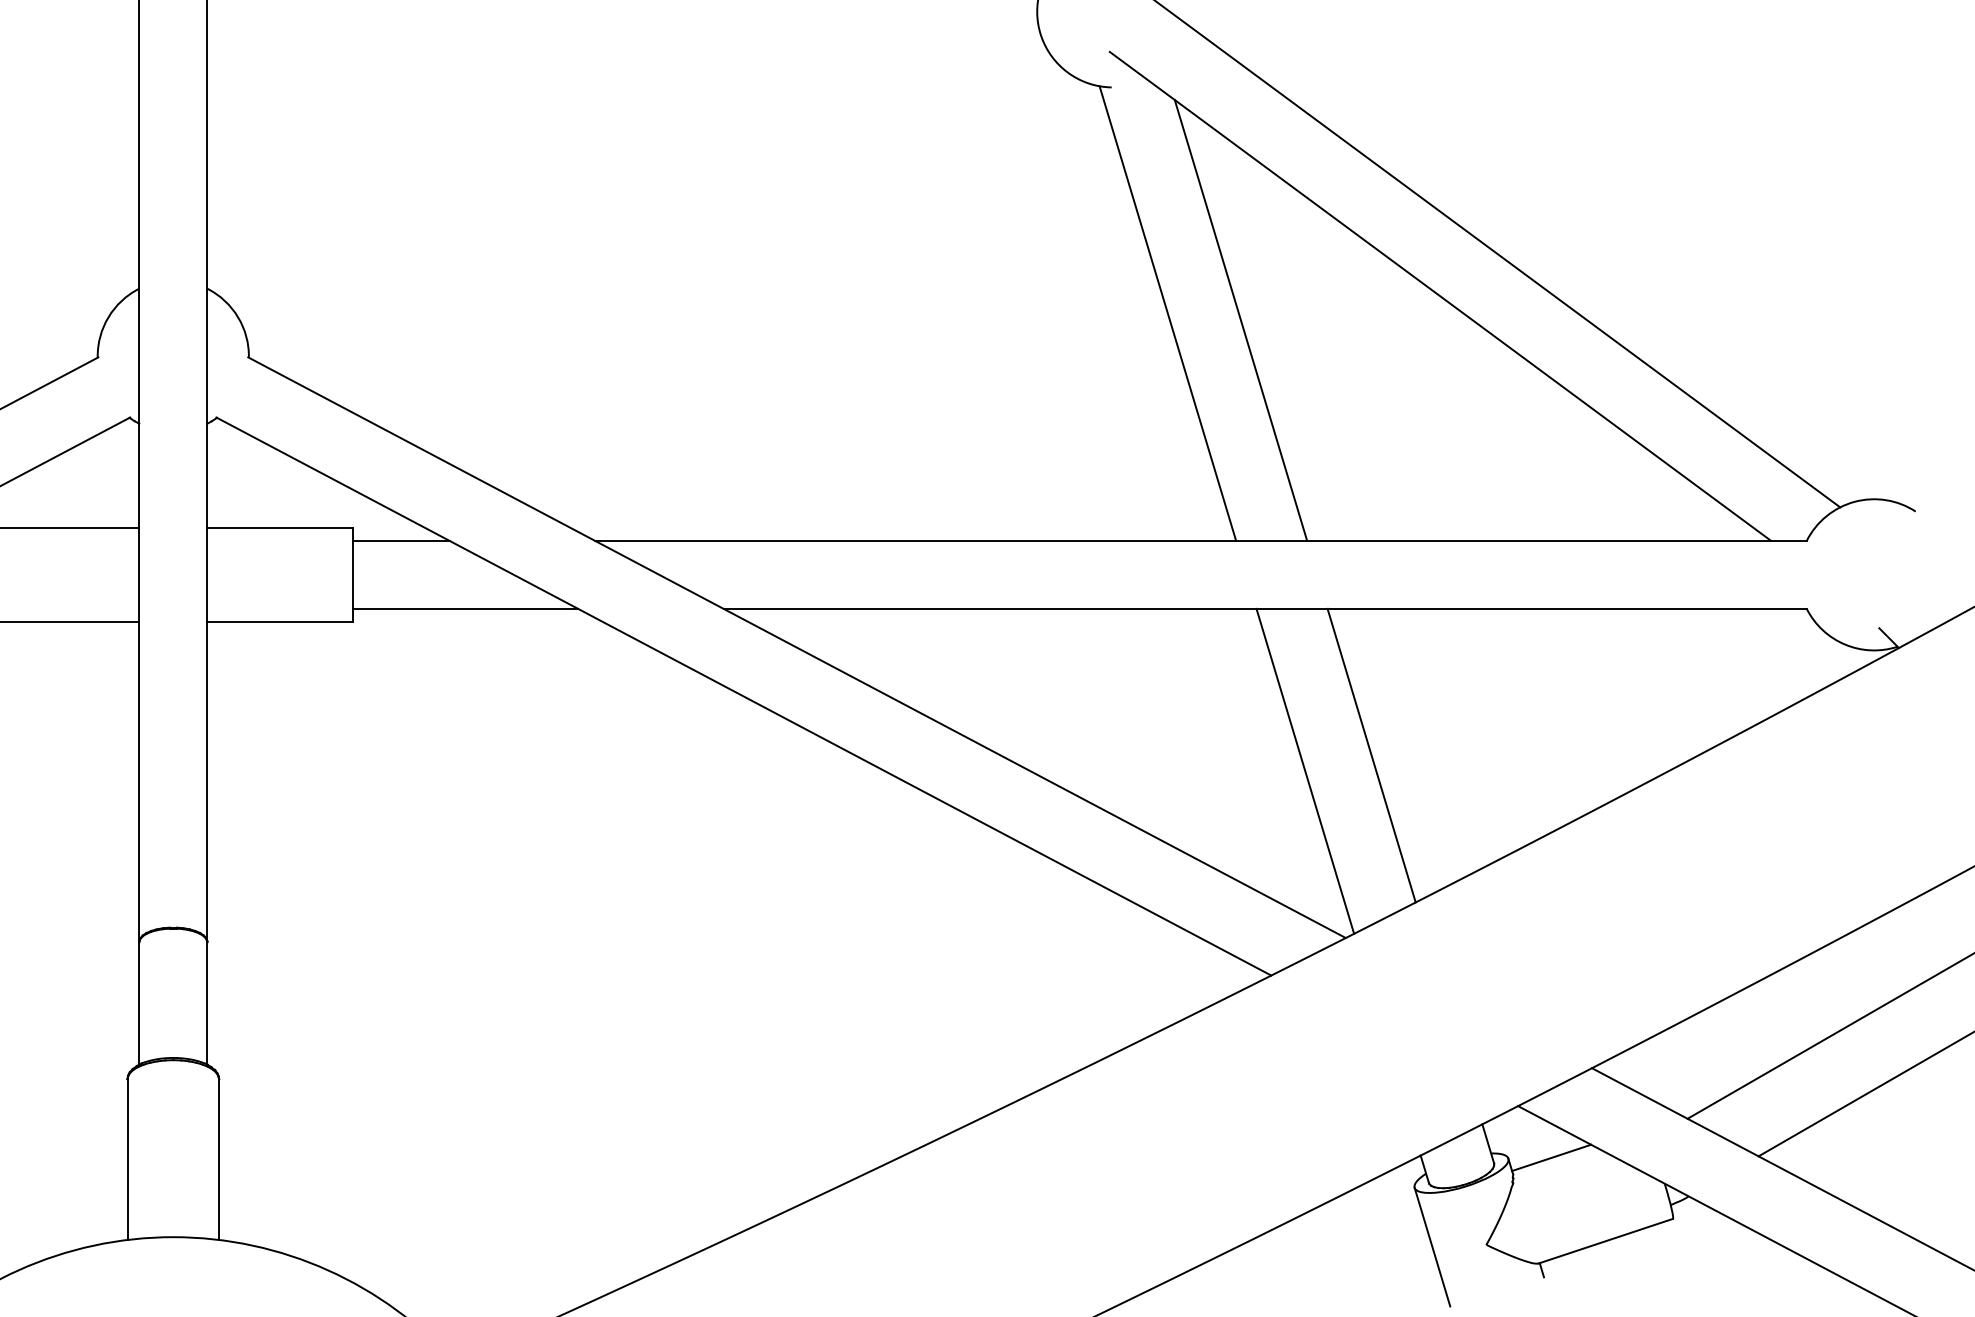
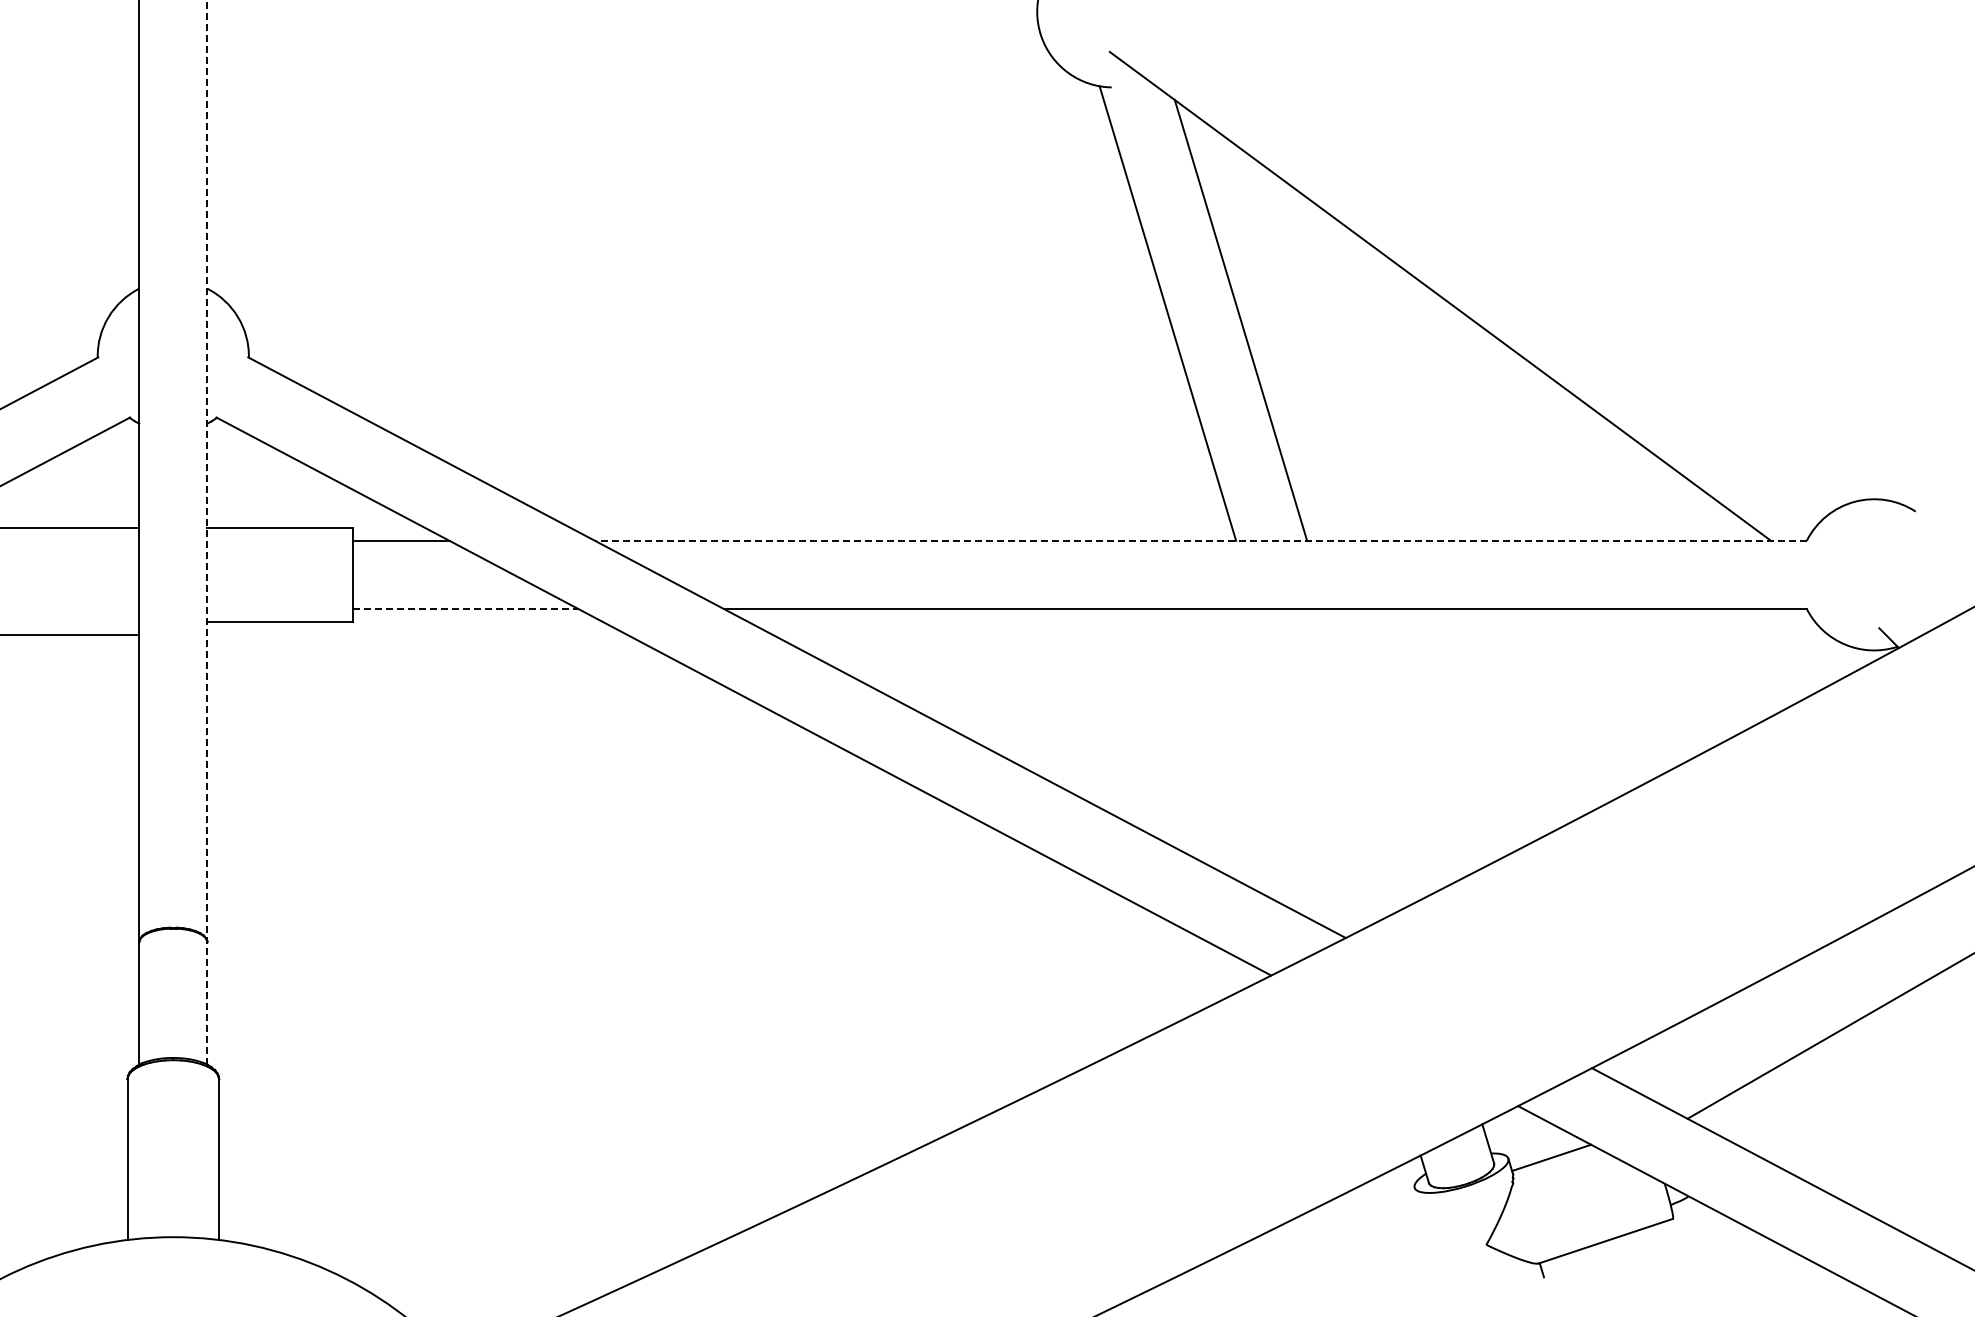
line at (1498, 254): present -> none
line at (207, 531): solid -> dashed
line at (1200, 540): solid -> dashed
line at (465, 608): solid -> dashed
line at (70, 622) position: (70, 622) -> (70, 635)
line at (1371, 755): present -> none
line at (1305, 770): present -> none
line at (1864, 1094): present -> none
line at (1432, 1246): present -> none
